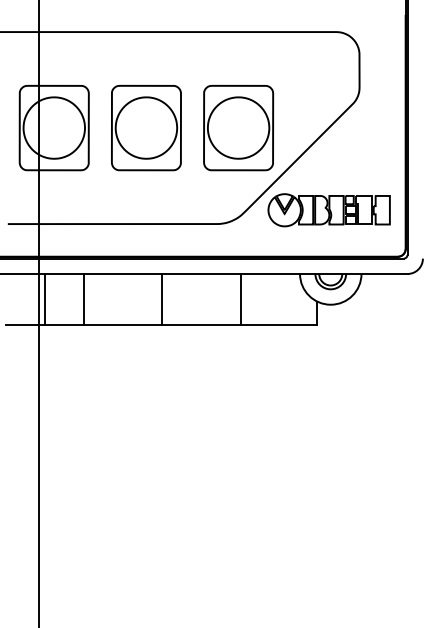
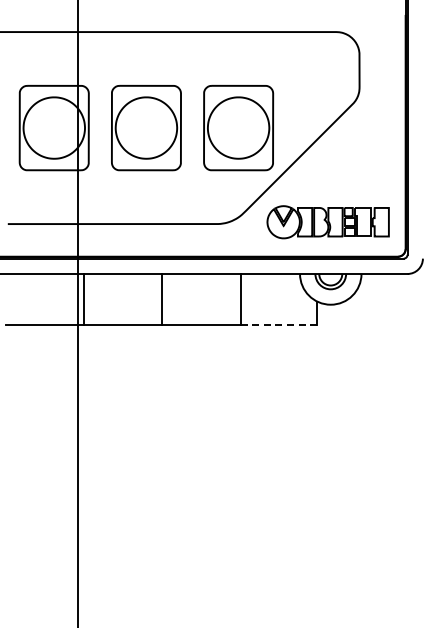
part at (328, 210) position: (328, 210) -> (327, 222)
line at (45, 299): present -> none
line at (38, 313) position: (38, 313) -> (77, 313)
line at (279, 325): solid -> dashed
